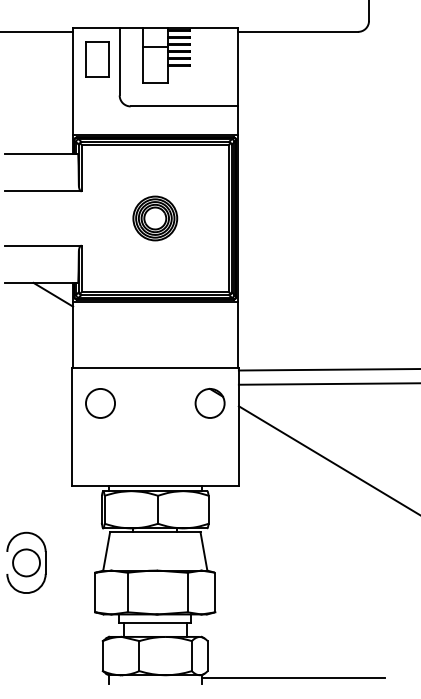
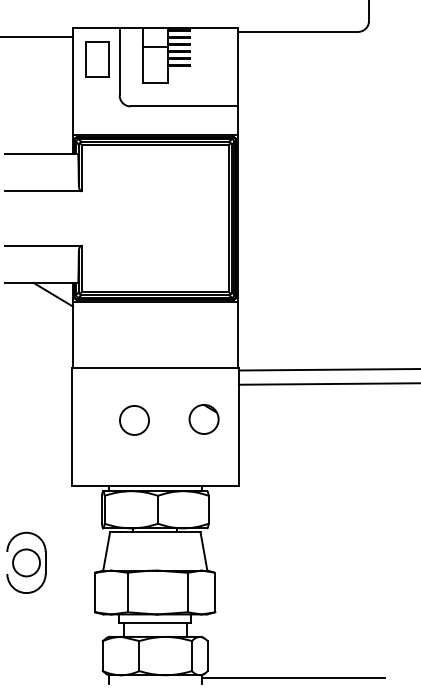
line at (37, 31) position: (37, 31) -> (37, 36)
part at (155, 218): present -> none
part at (209, 402) position: (209, 402) -> (203, 418)
circle at (100, 403) position: (100, 403) -> (134, 420)
line at (327, 459): present -> none
